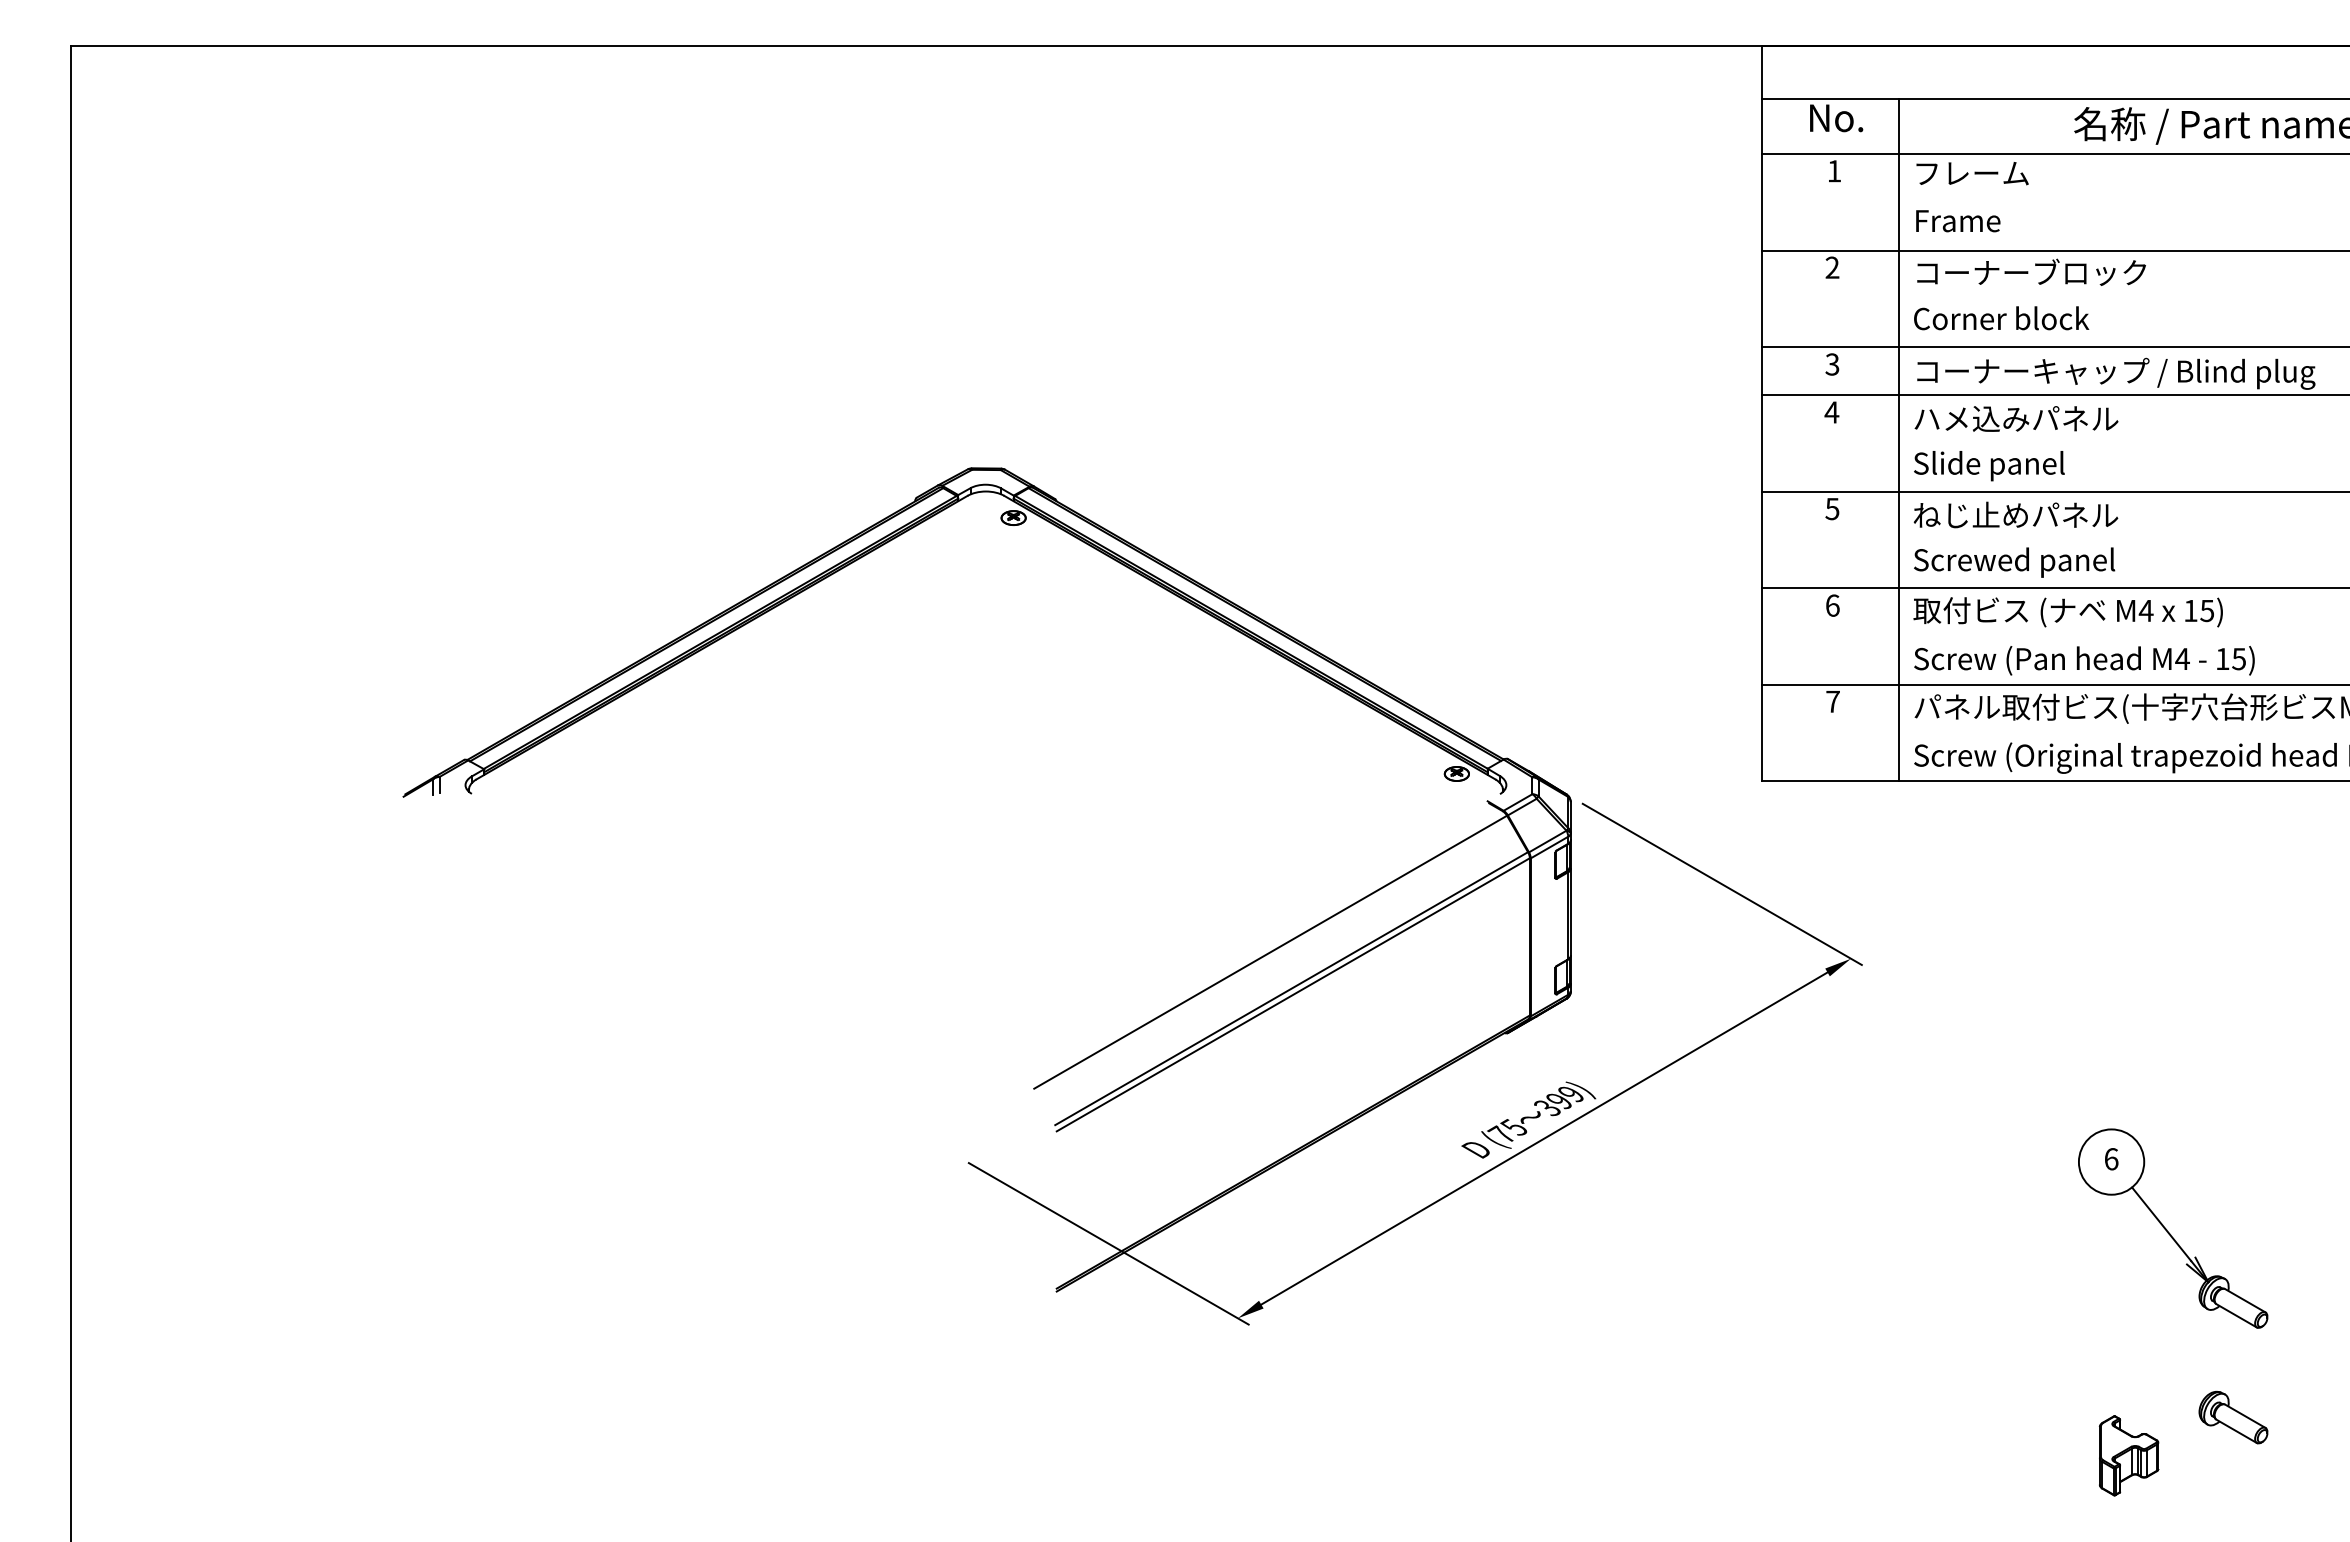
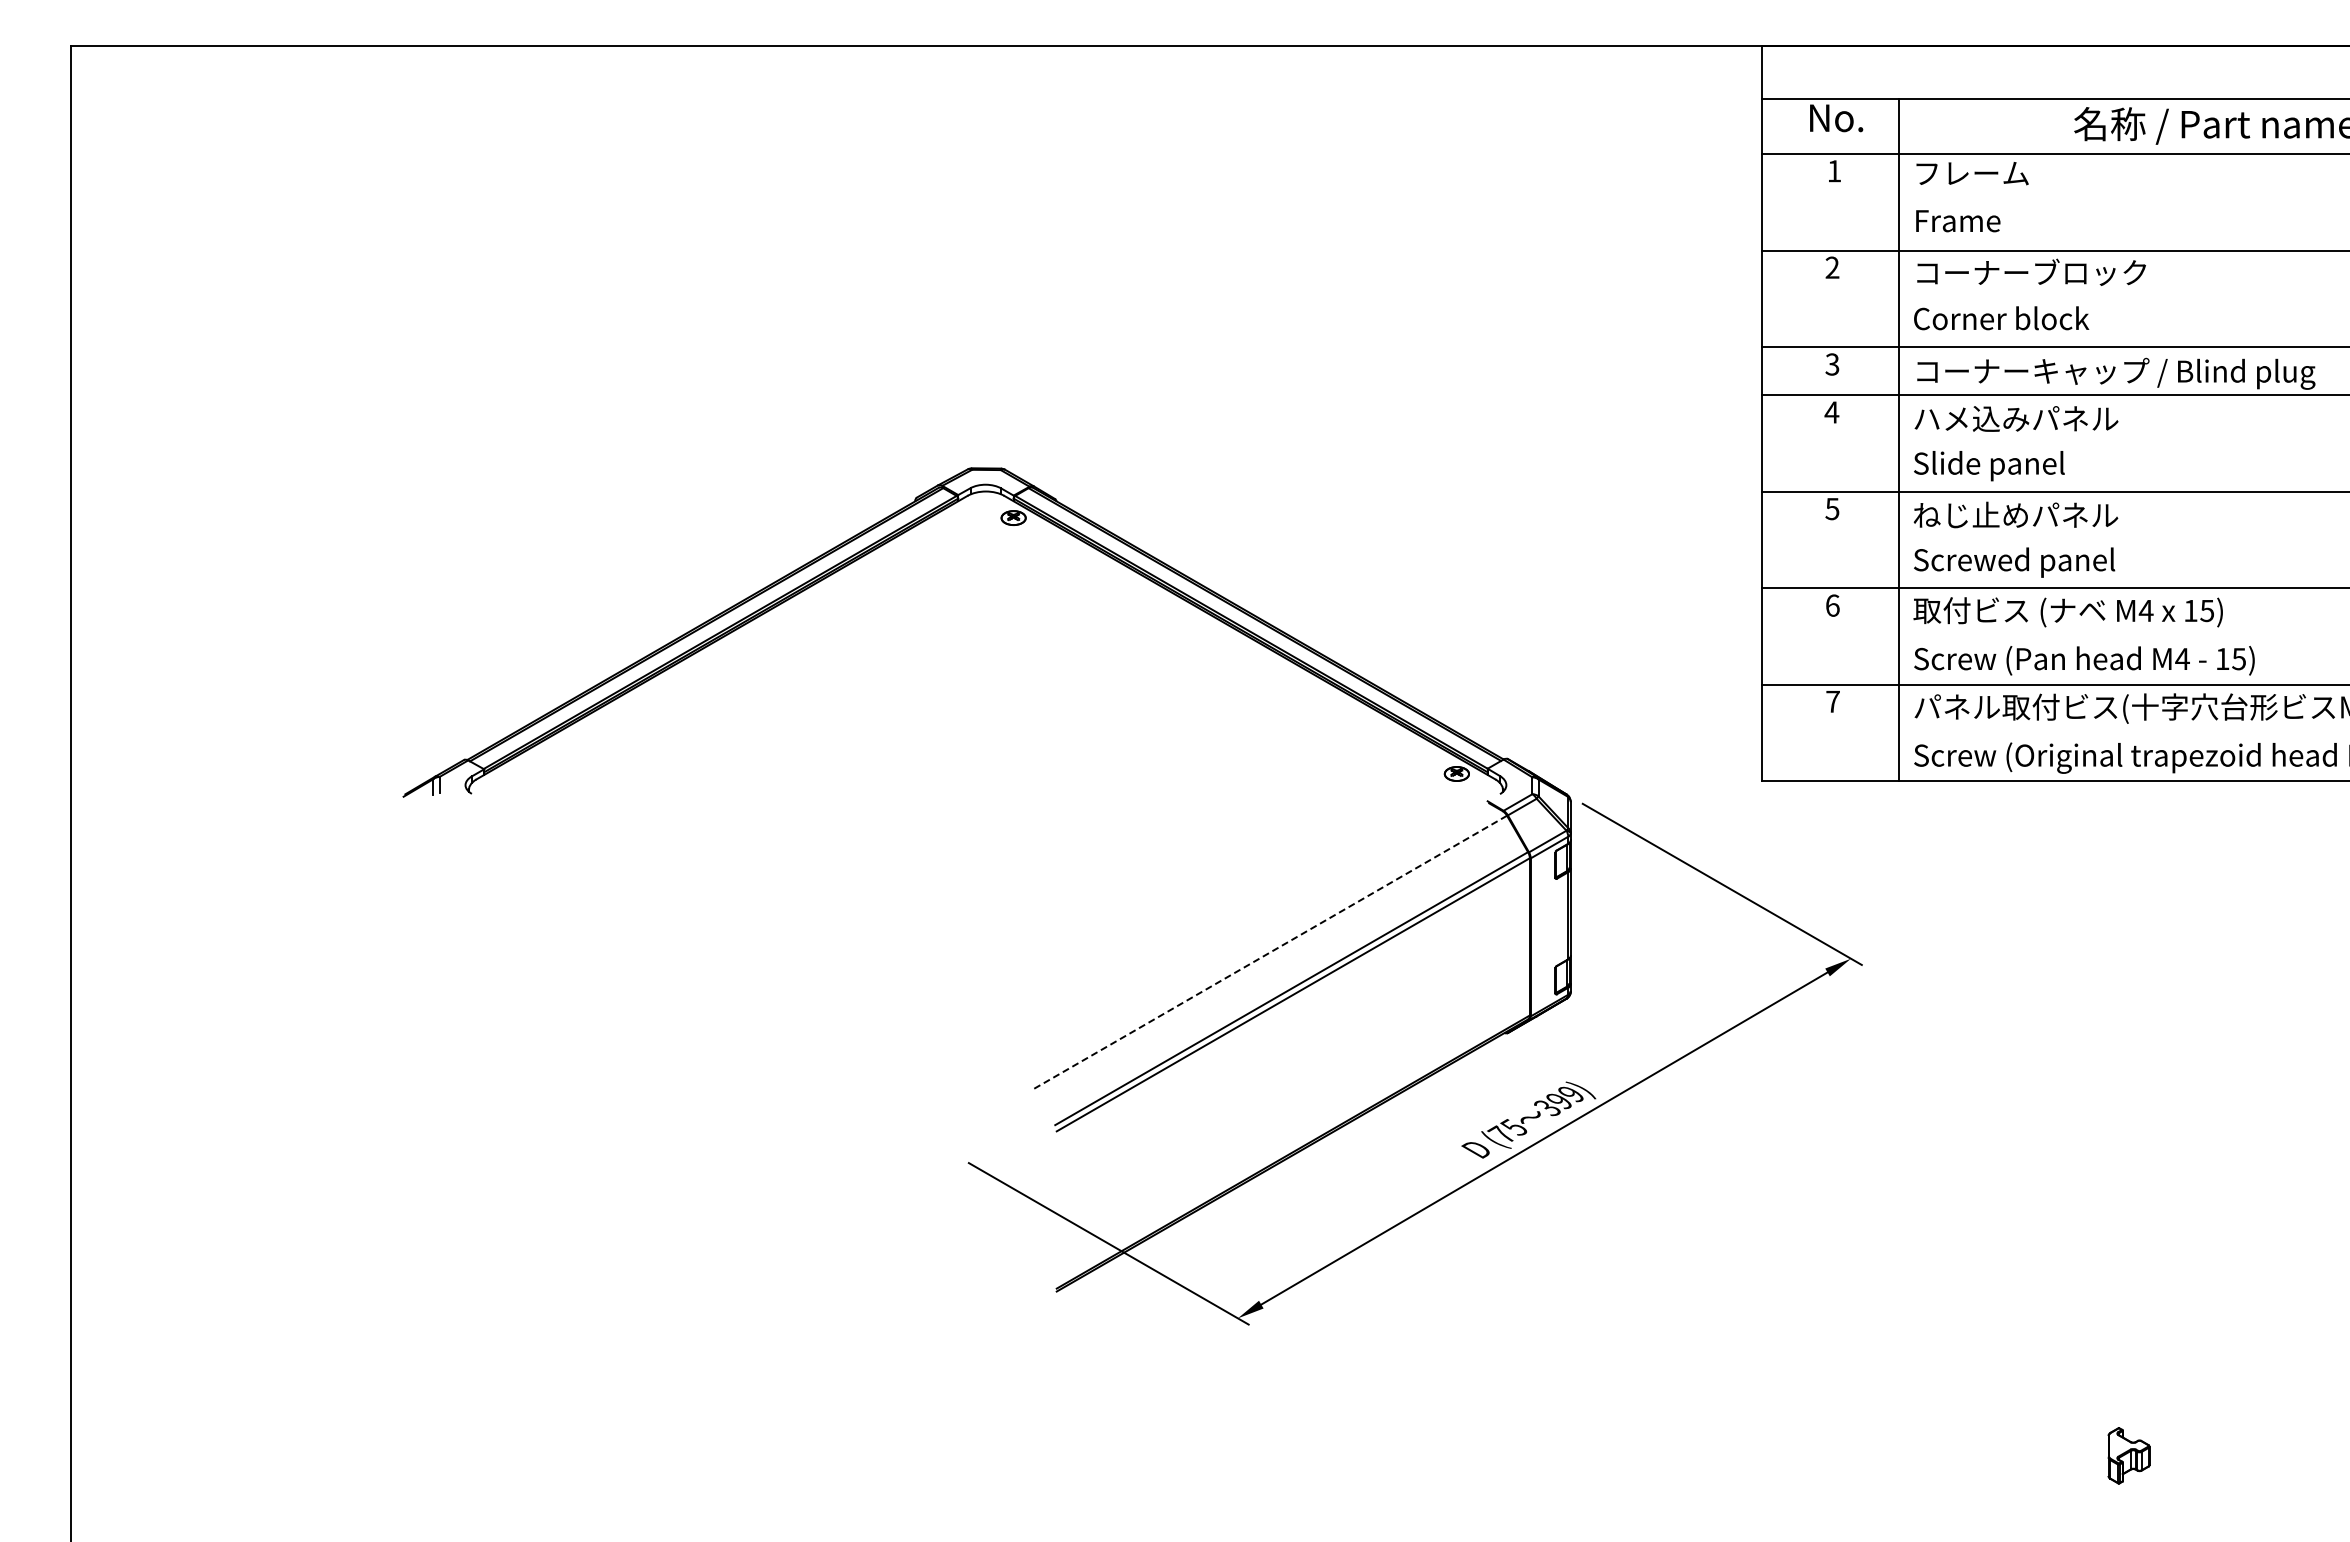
line at (1270, 952): solid -> dashed
part at (2173, 1228): present -> none
part at (2233, 1417): present -> none
part at (2128, 1455) size: 62x82 px -> 44x58 px
